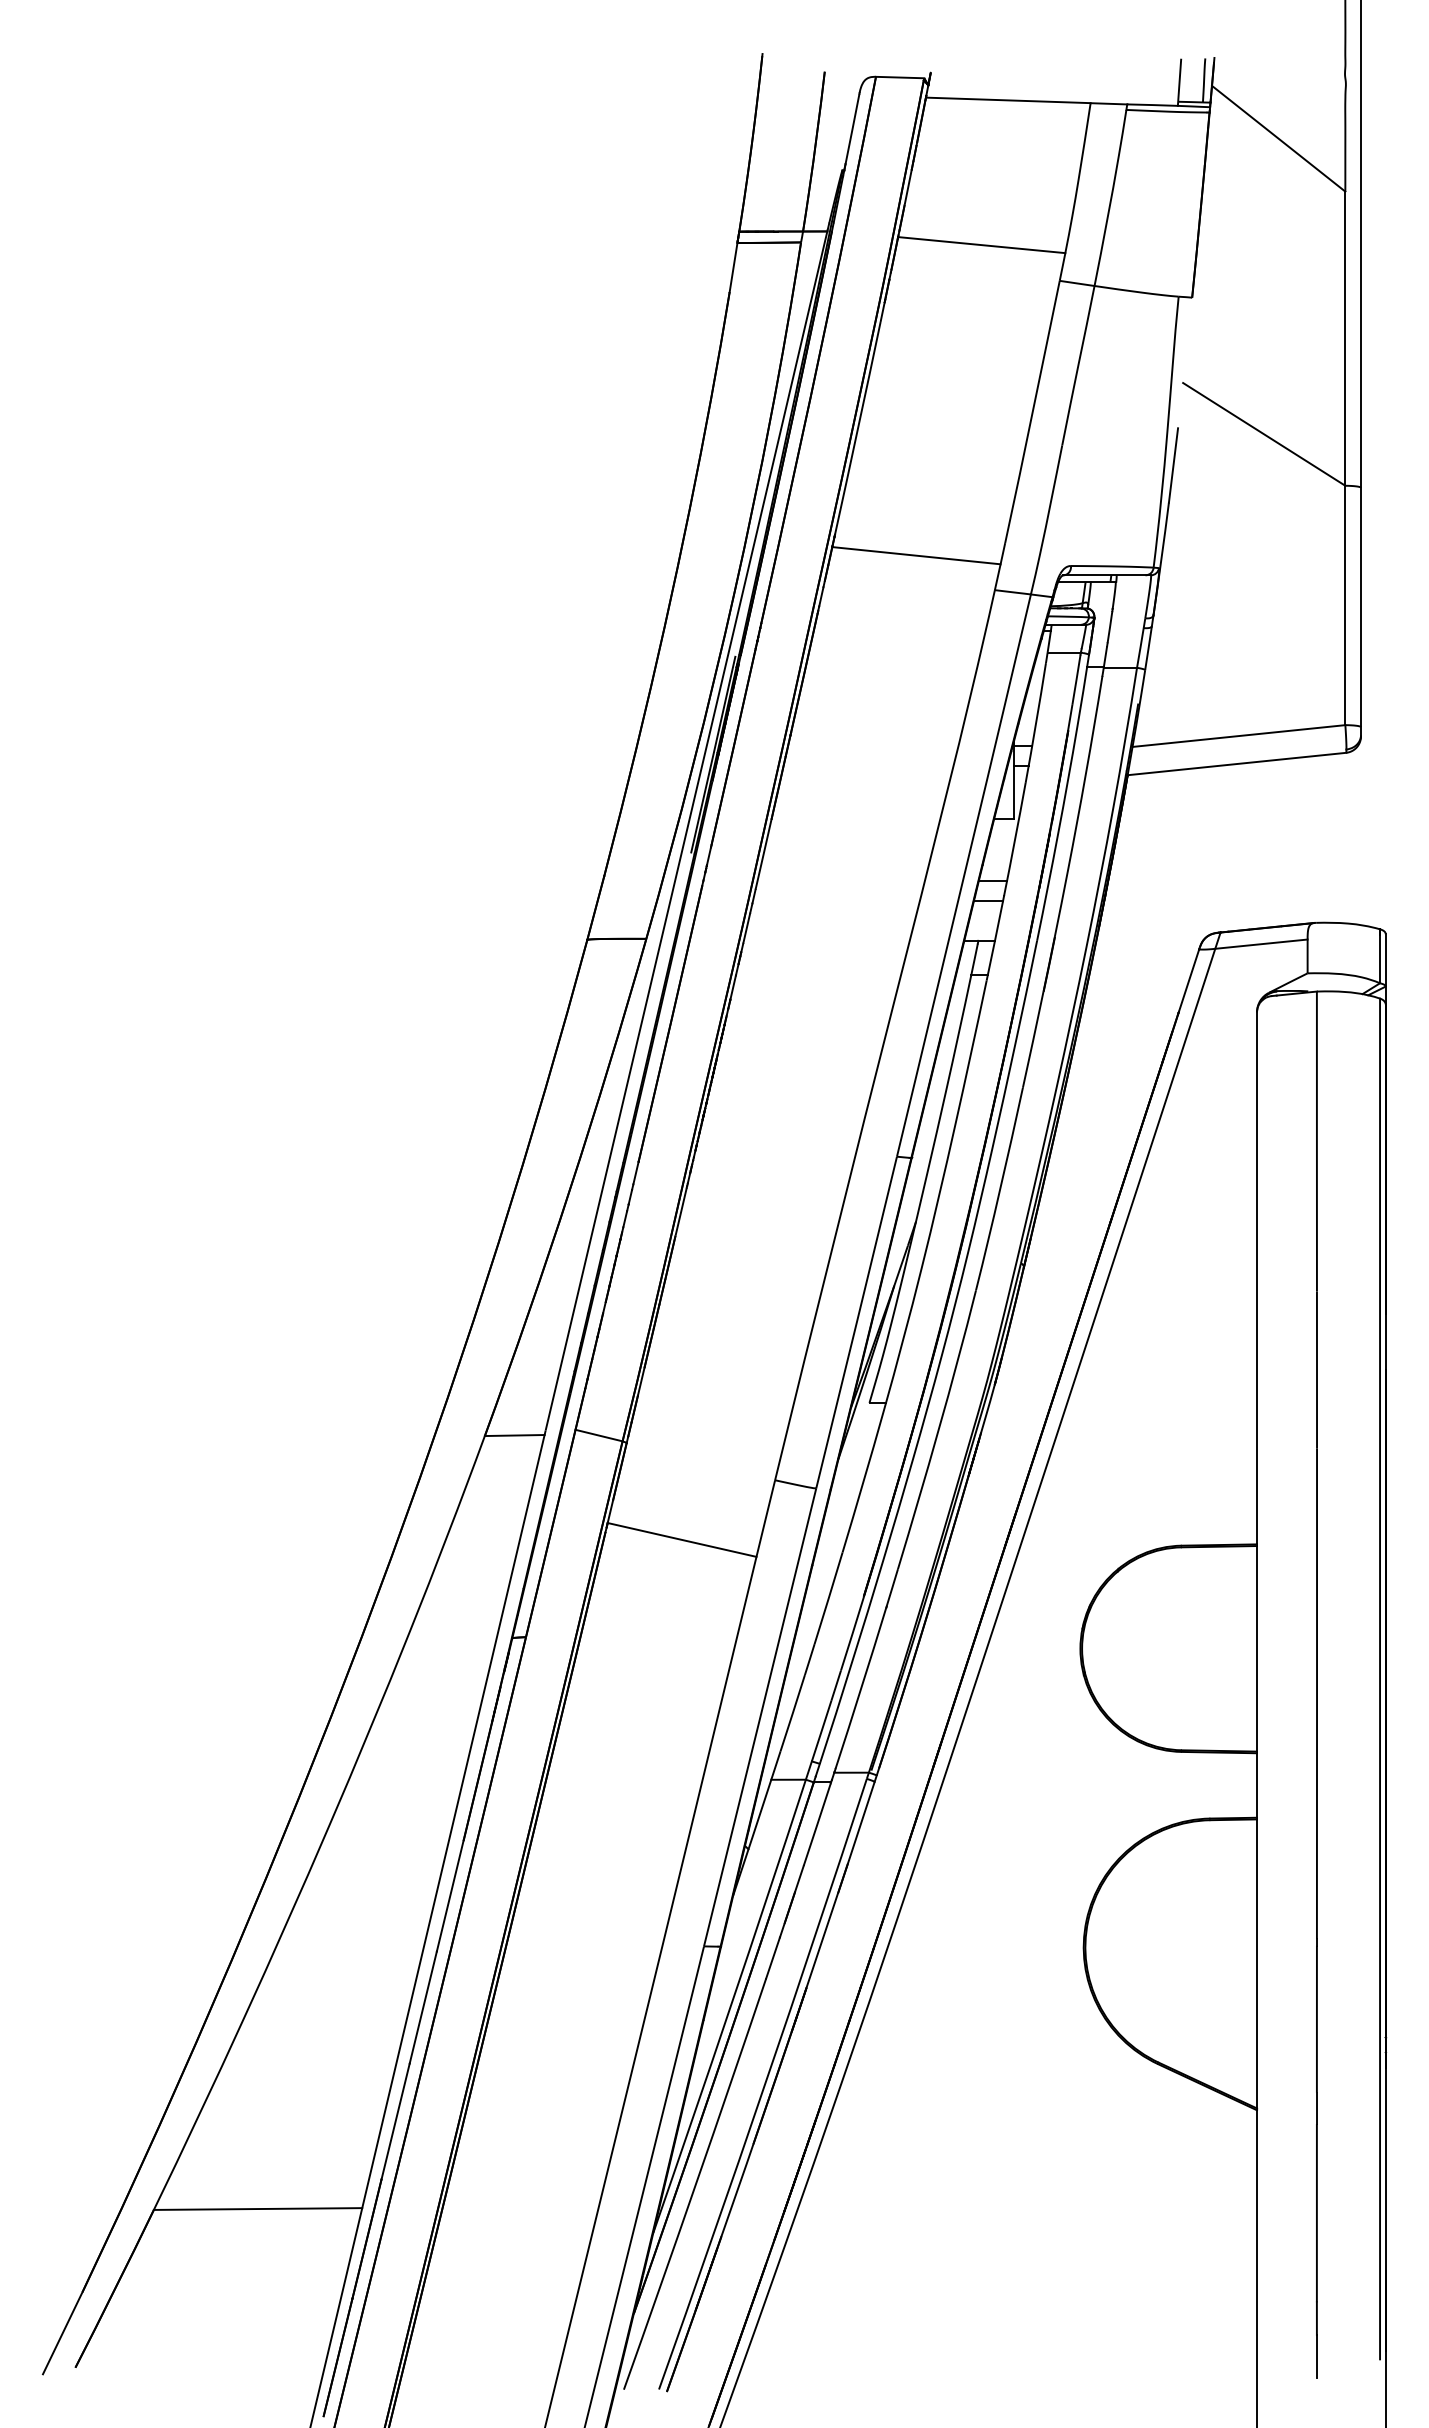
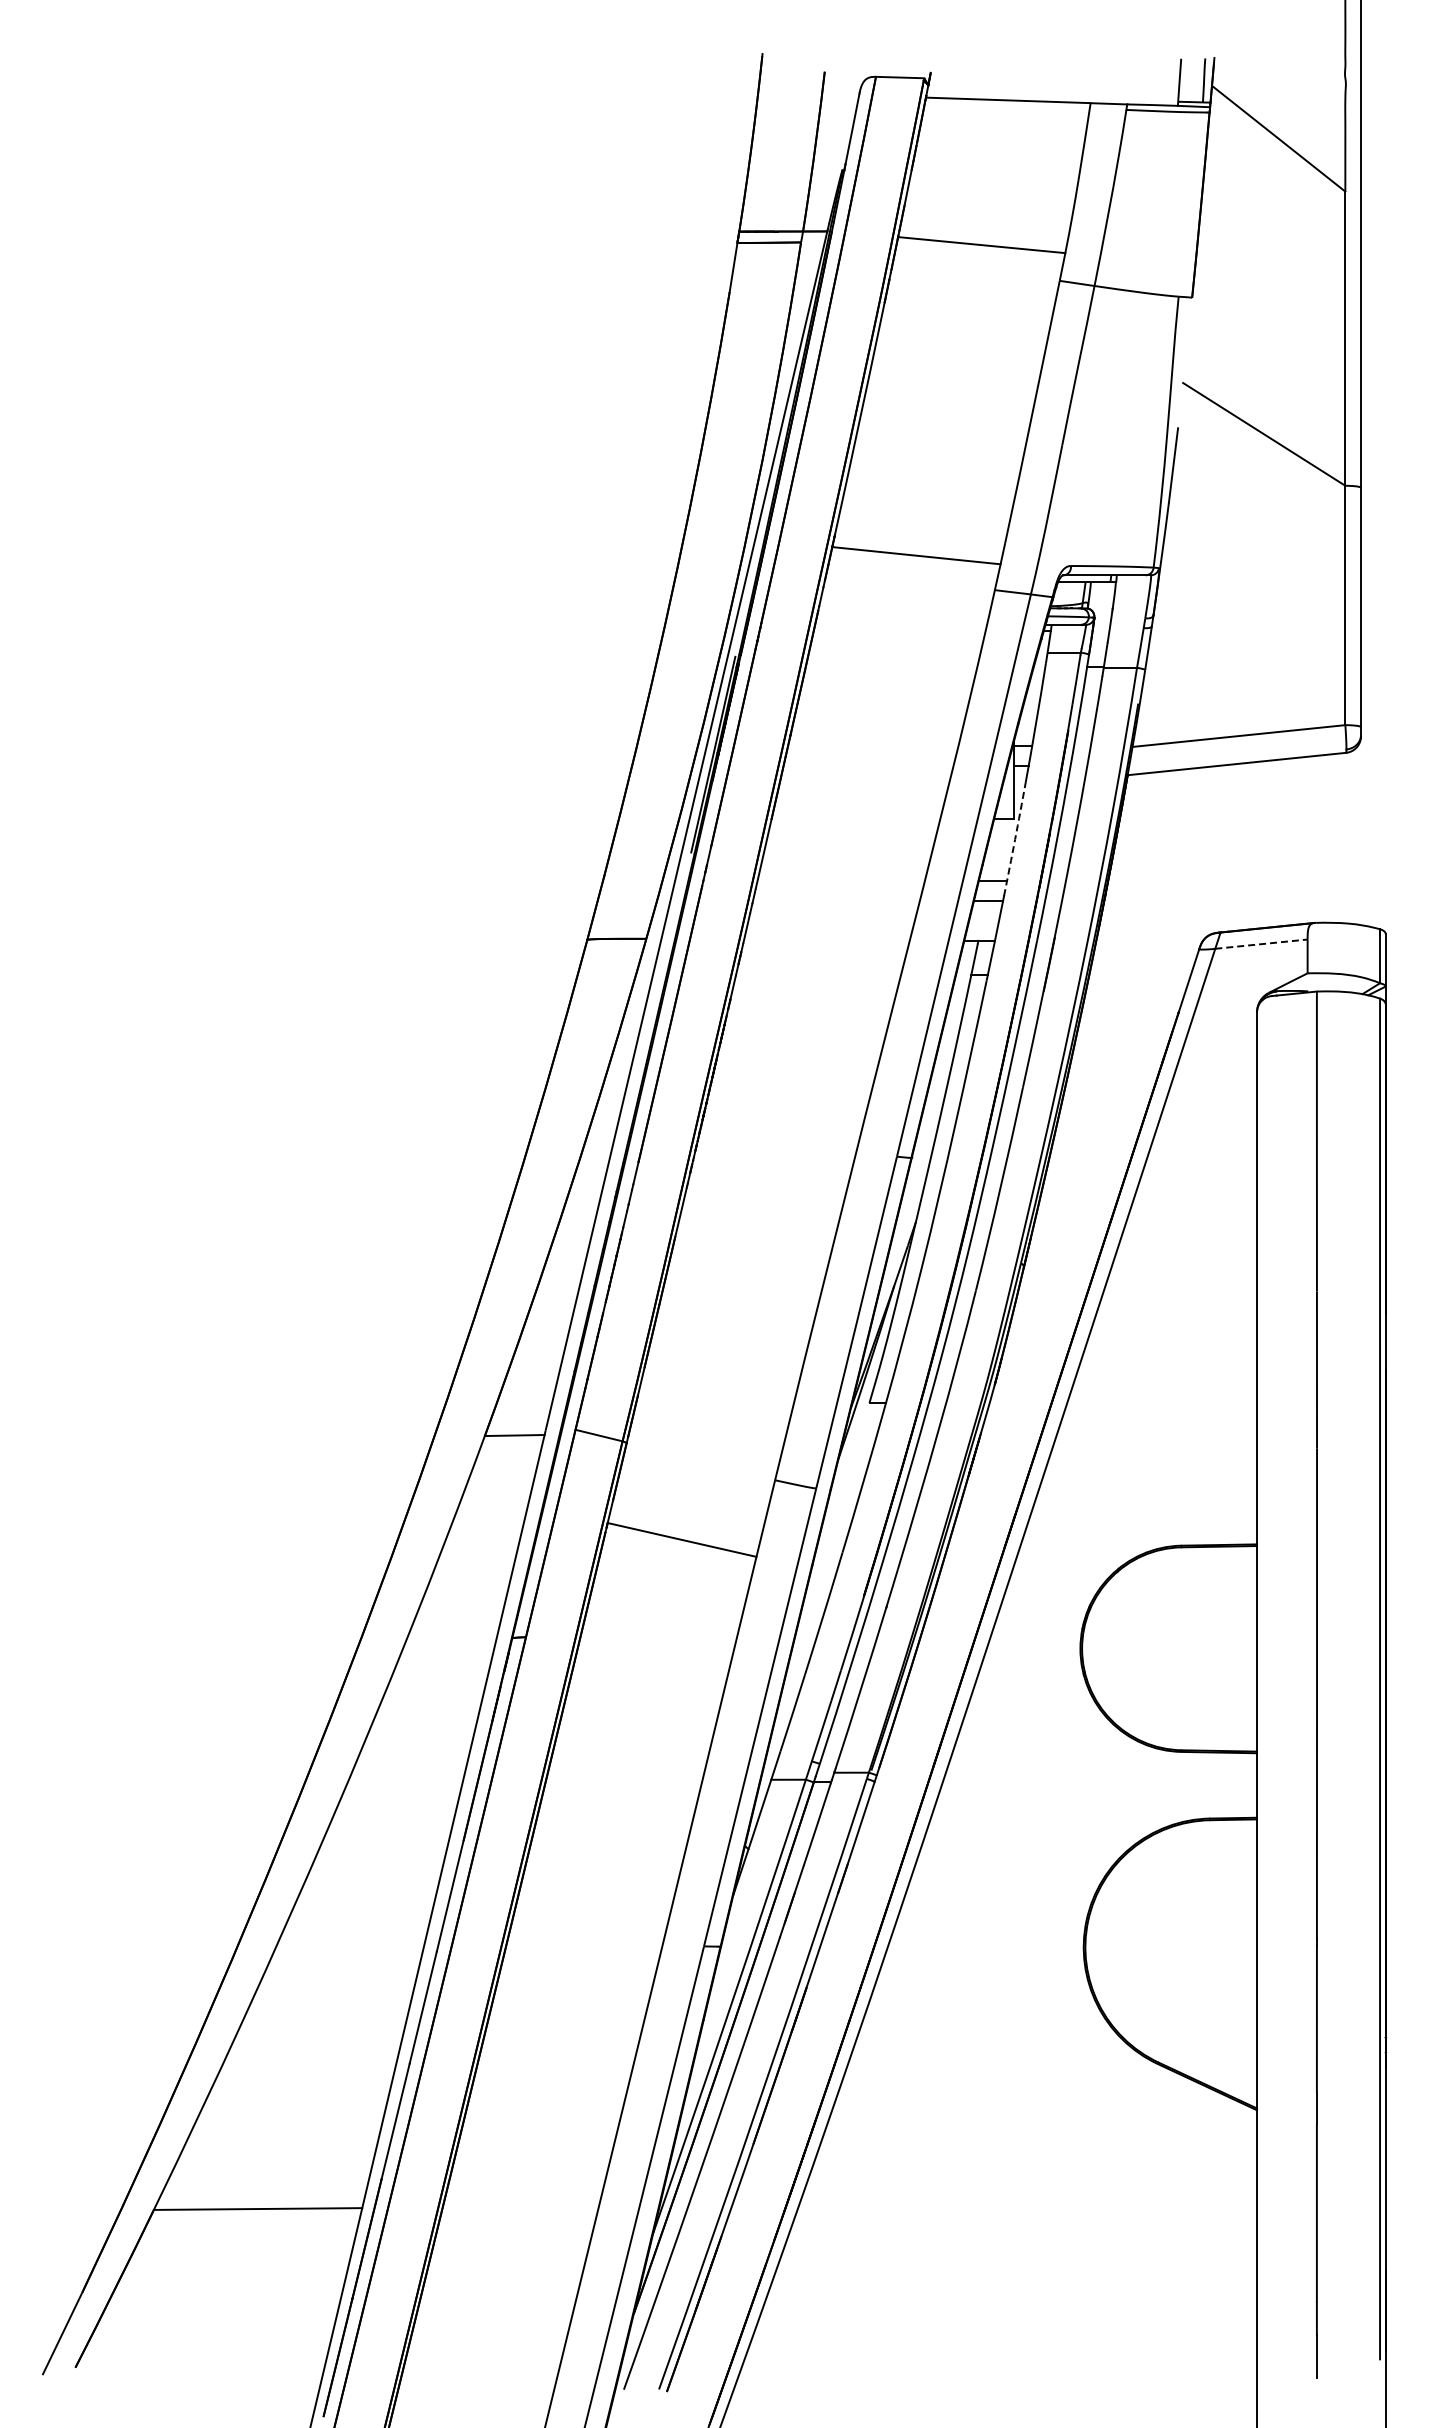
arc at (1015, 839): solid -> dashed
line at (1261, 944): solid -> dashed
